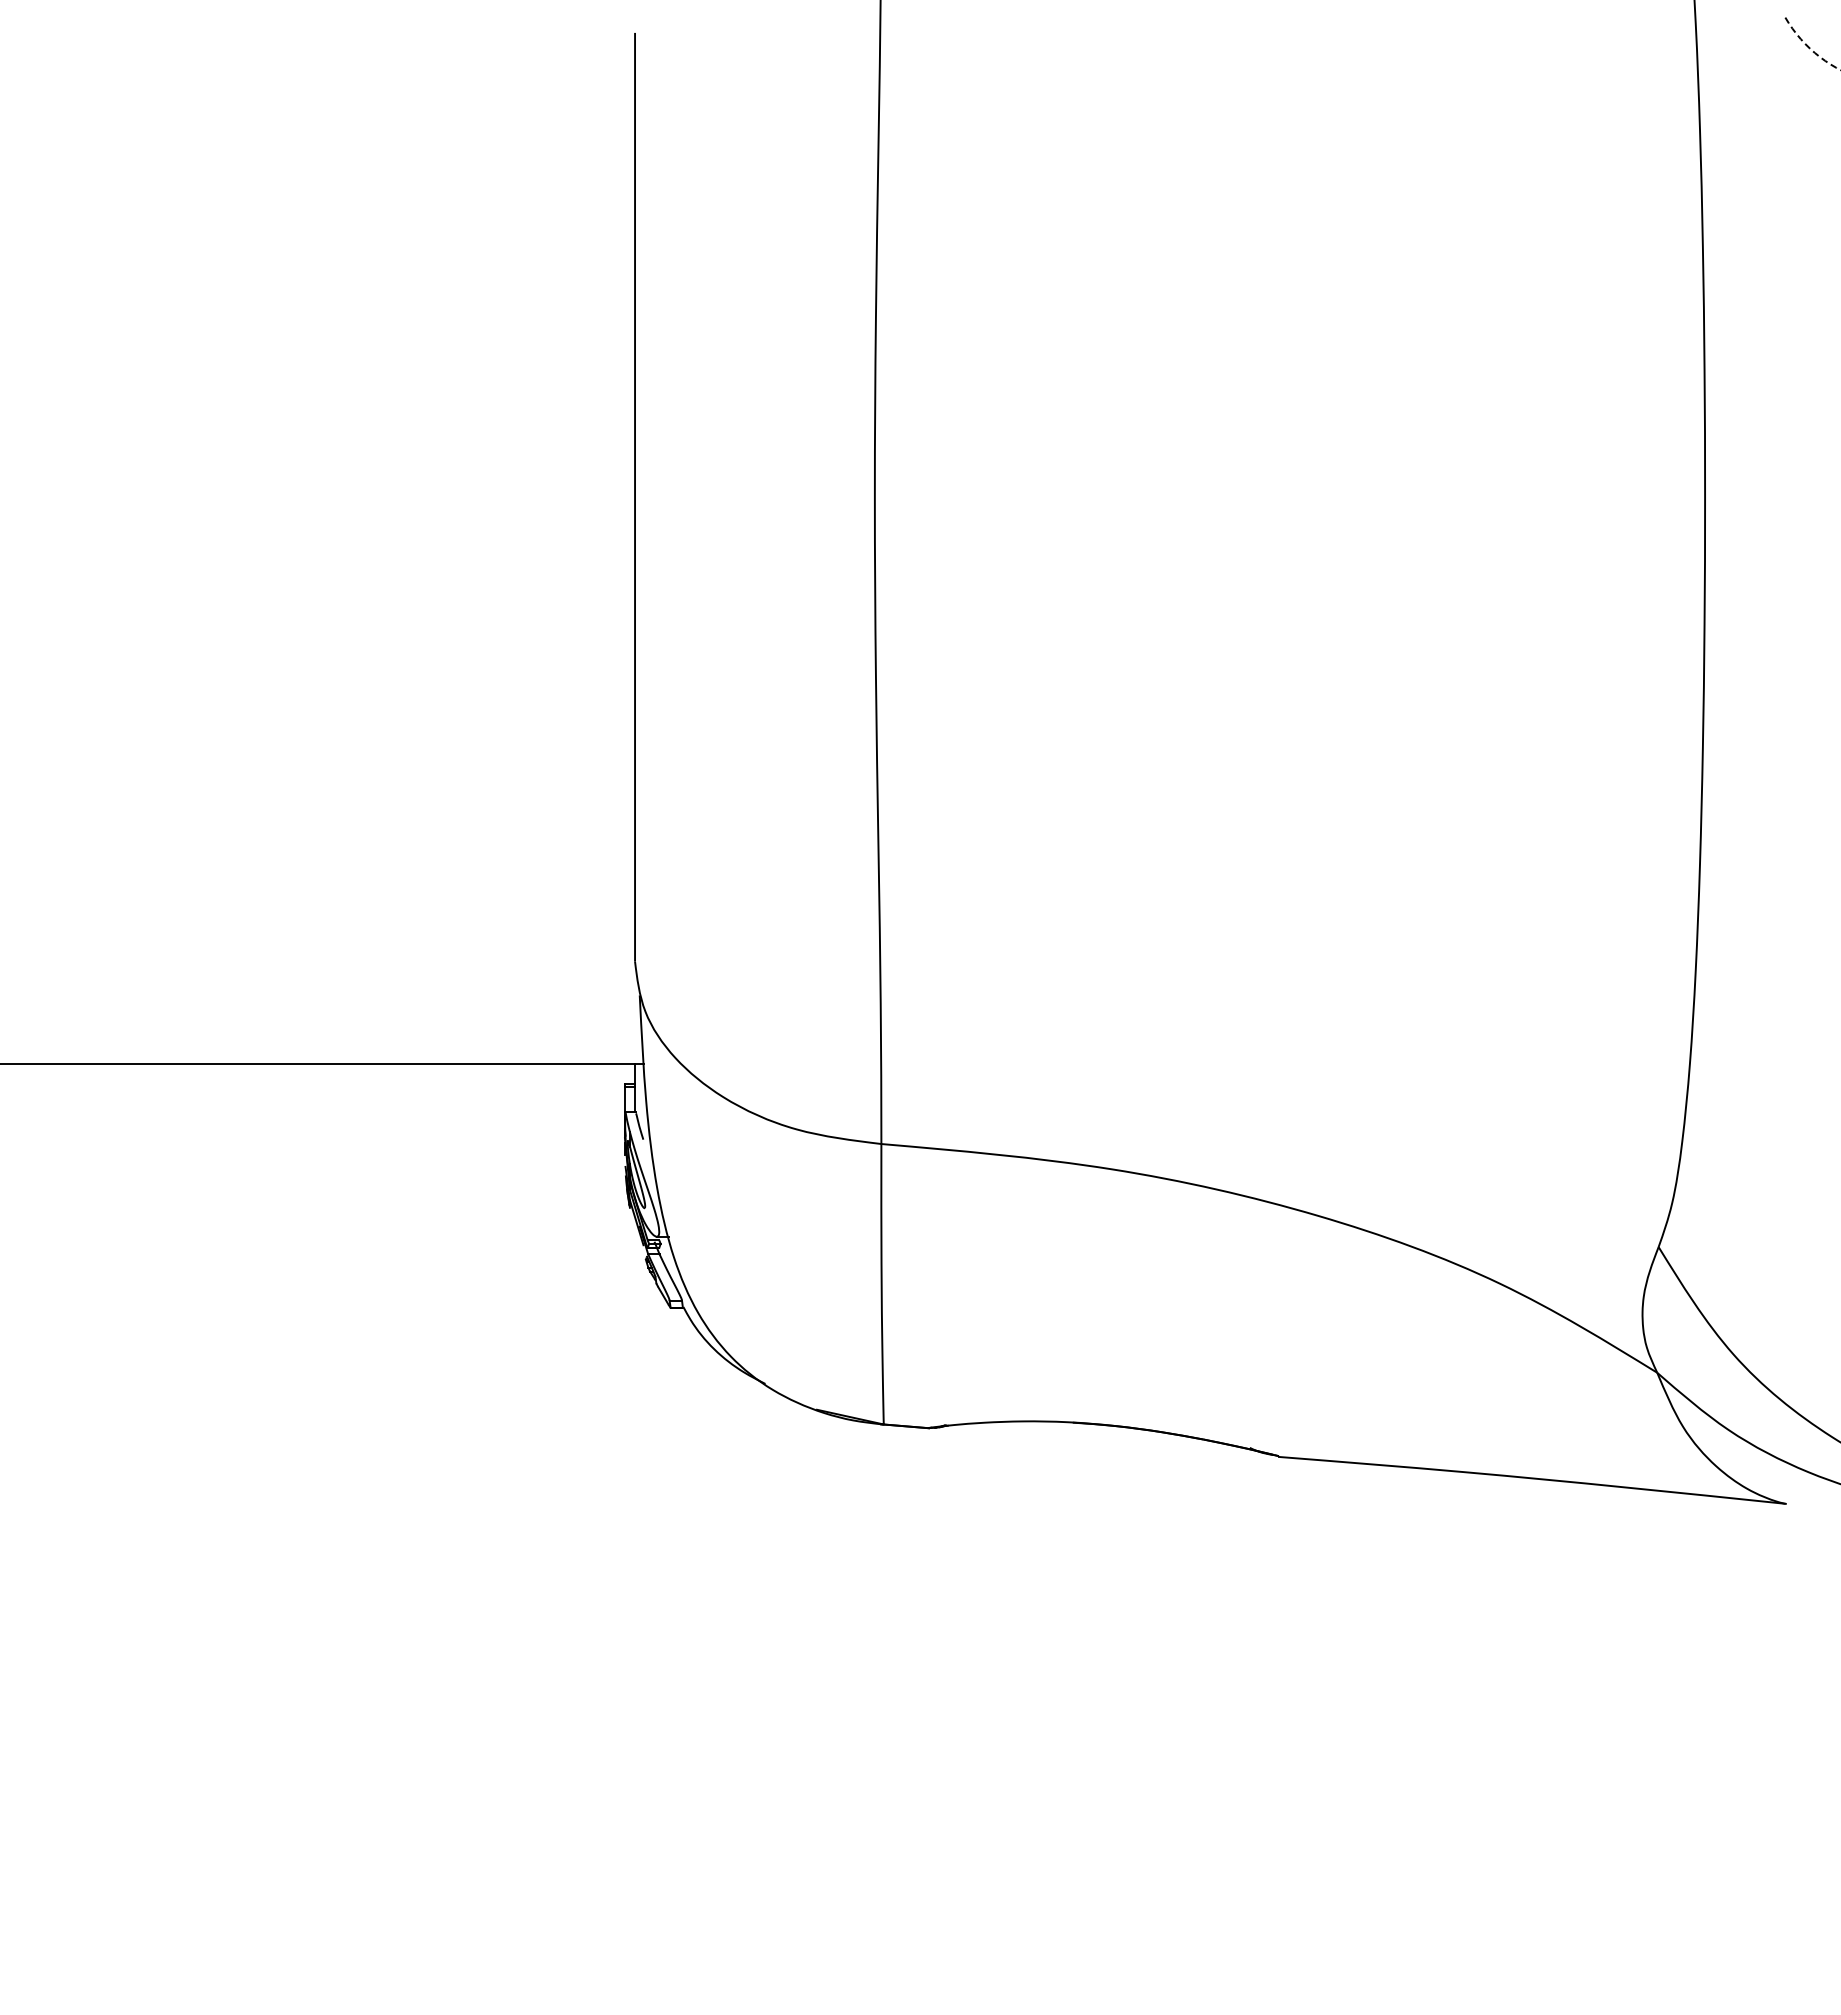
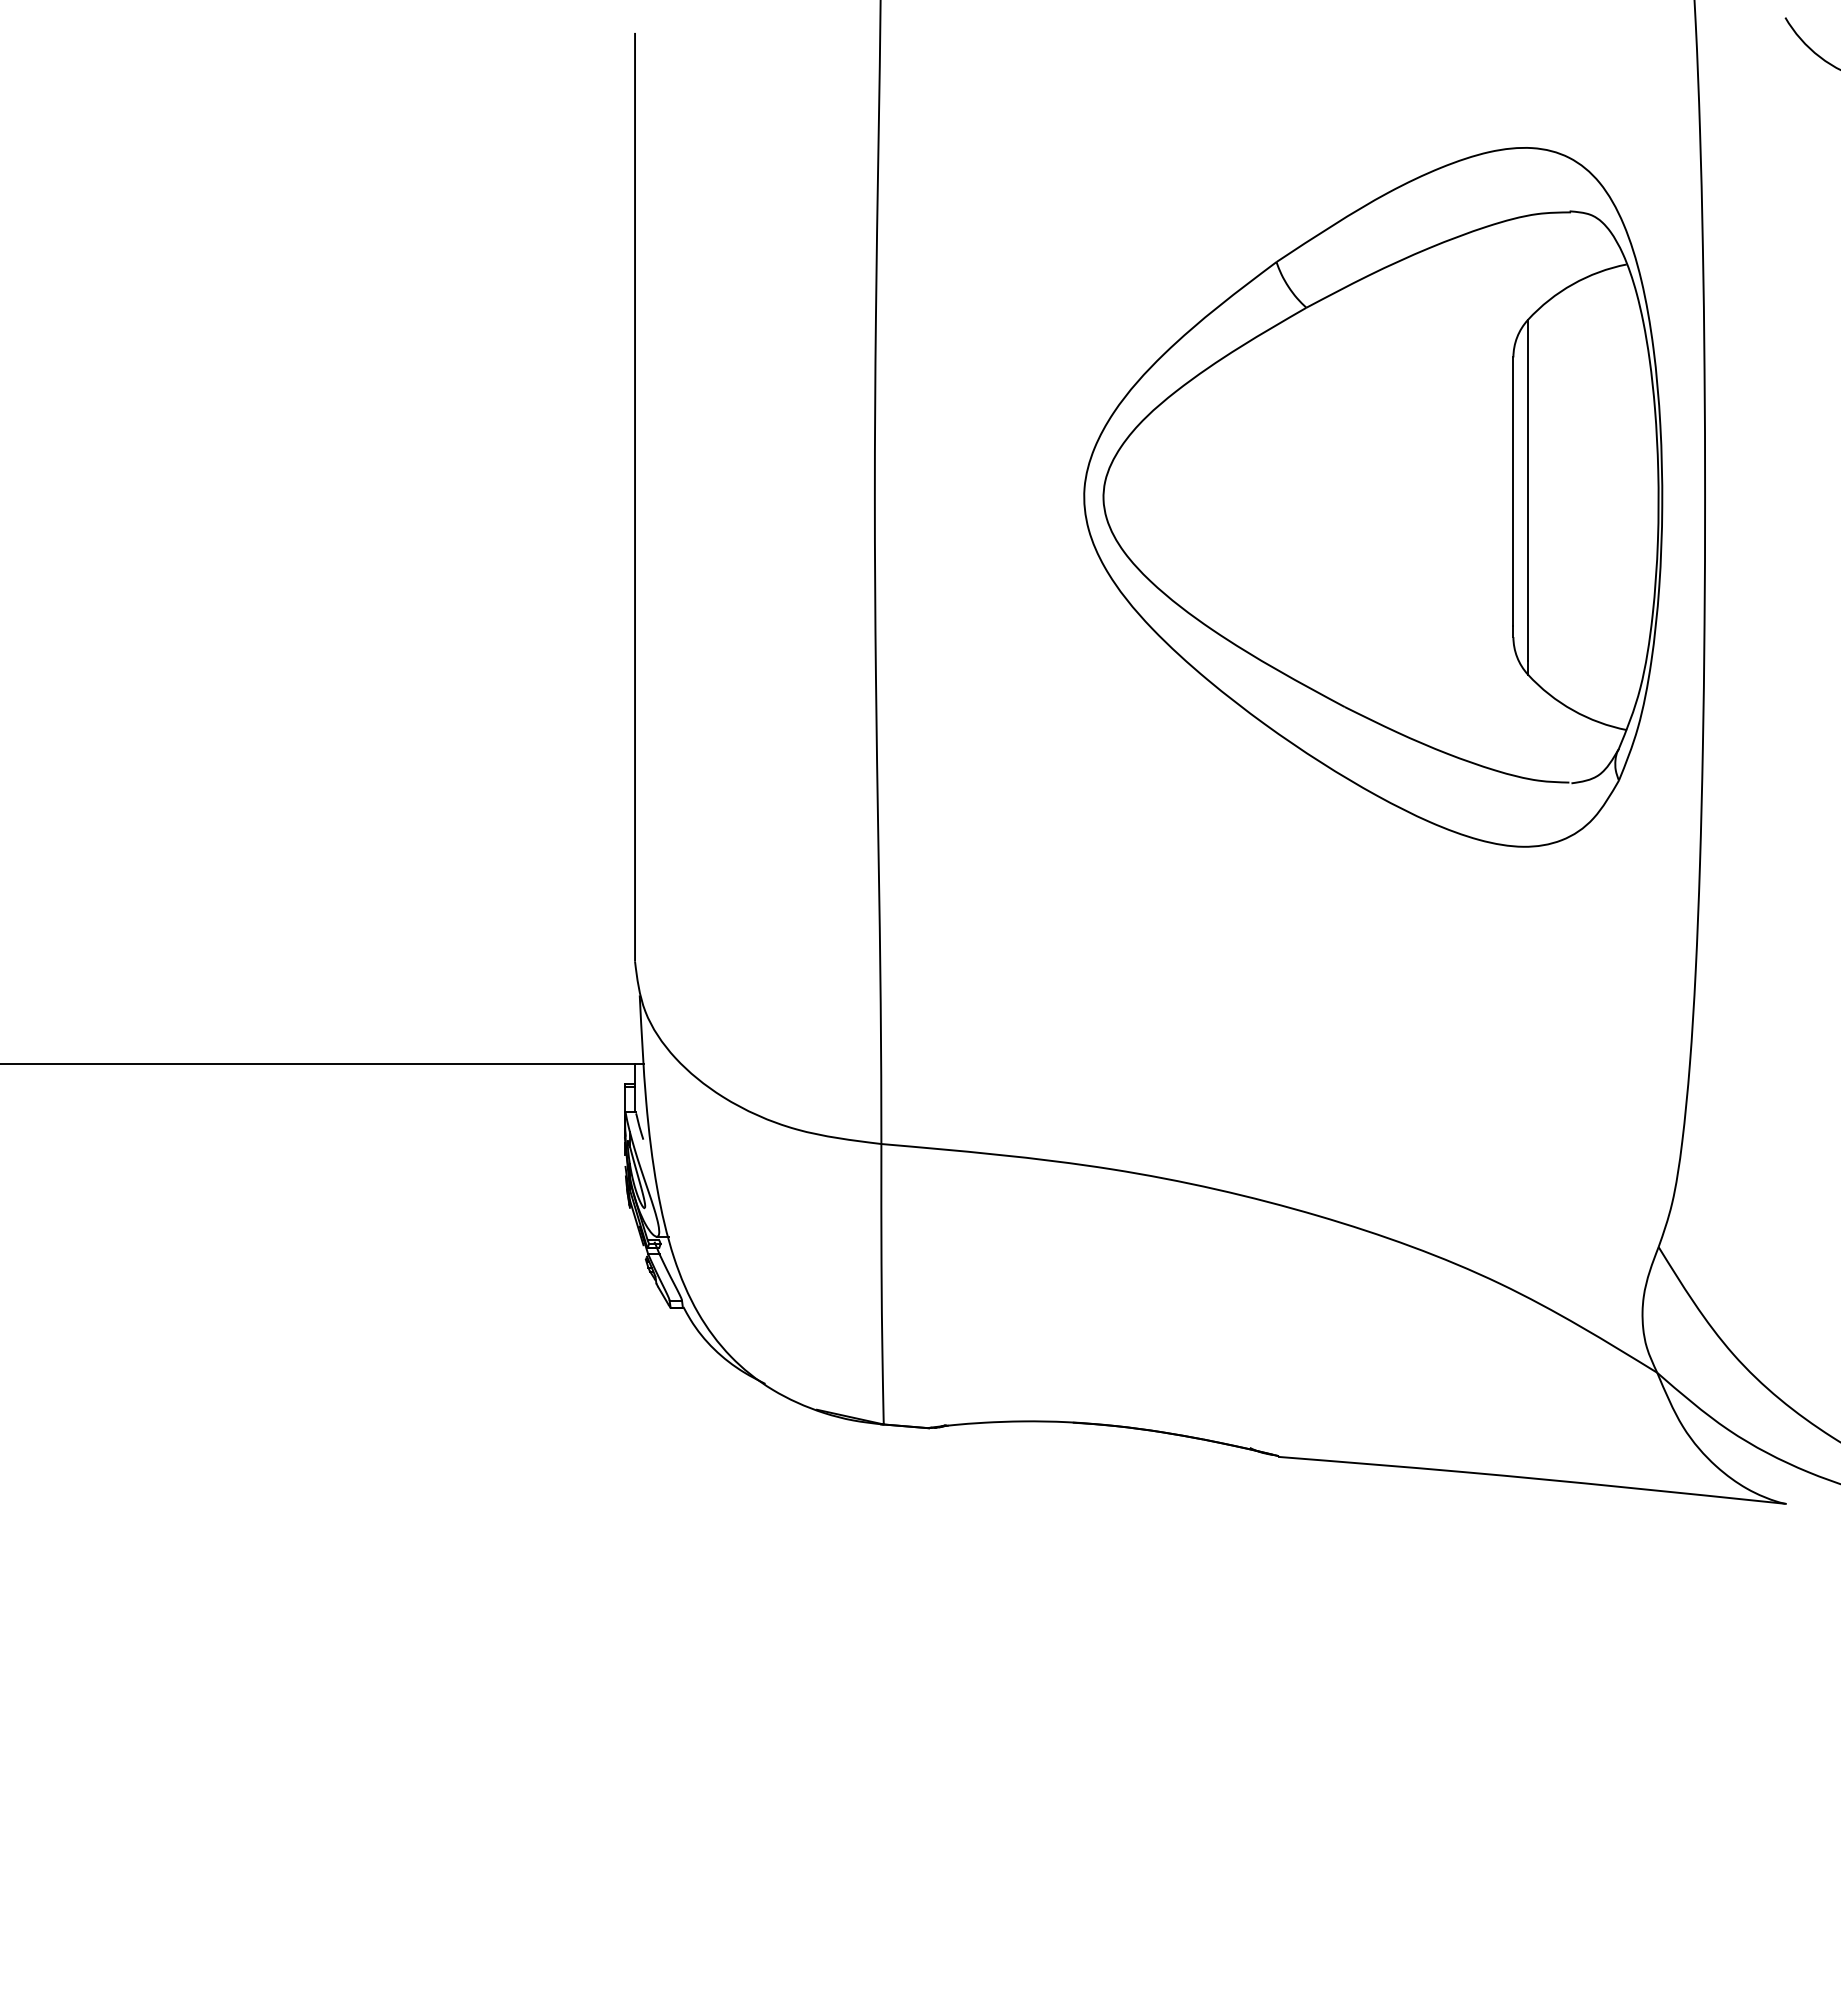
arc at (1809, 48): dashed -> solid
part at (1373, 497): none -> present
